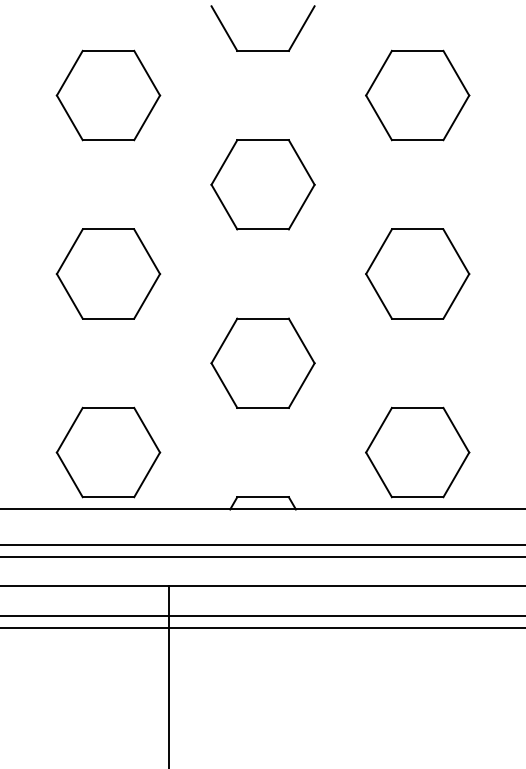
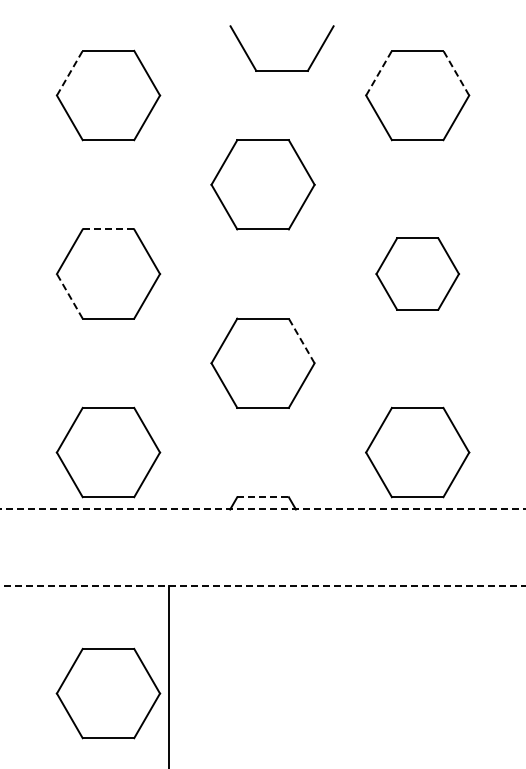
part at (262, 50) position: (262, 50) -> (281, 70)
line at (69, 73): solid -> dashed
line at (379, 73): solid -> dashed
line at (456, 73): solid -> dashed
line at (108, 229): solid -> dashed
part at (417, 273) size: 106x92 px -> 85x74 px
line at (69, 296): solid -> dashed
line at (301, 340): solid -> dashed
line at (263, 497): solid -> dashed
line at (262, 509): solid -> dashed
line at (262, 545): present -> none
line at (262, 557): present -> none
line at (263, 586): solid -> dashed
line at (262, 615): present -> none
line at (262, 627): present -> none
part at (108, 693): none -> present
